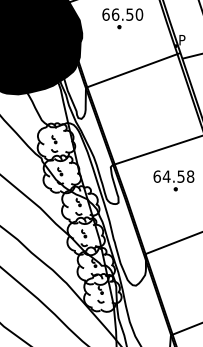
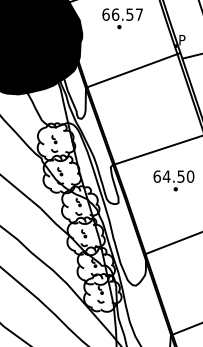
text at (139, 14): 66.50 -> 66.57
text at (190, 176): 64.58 -> 64.50
